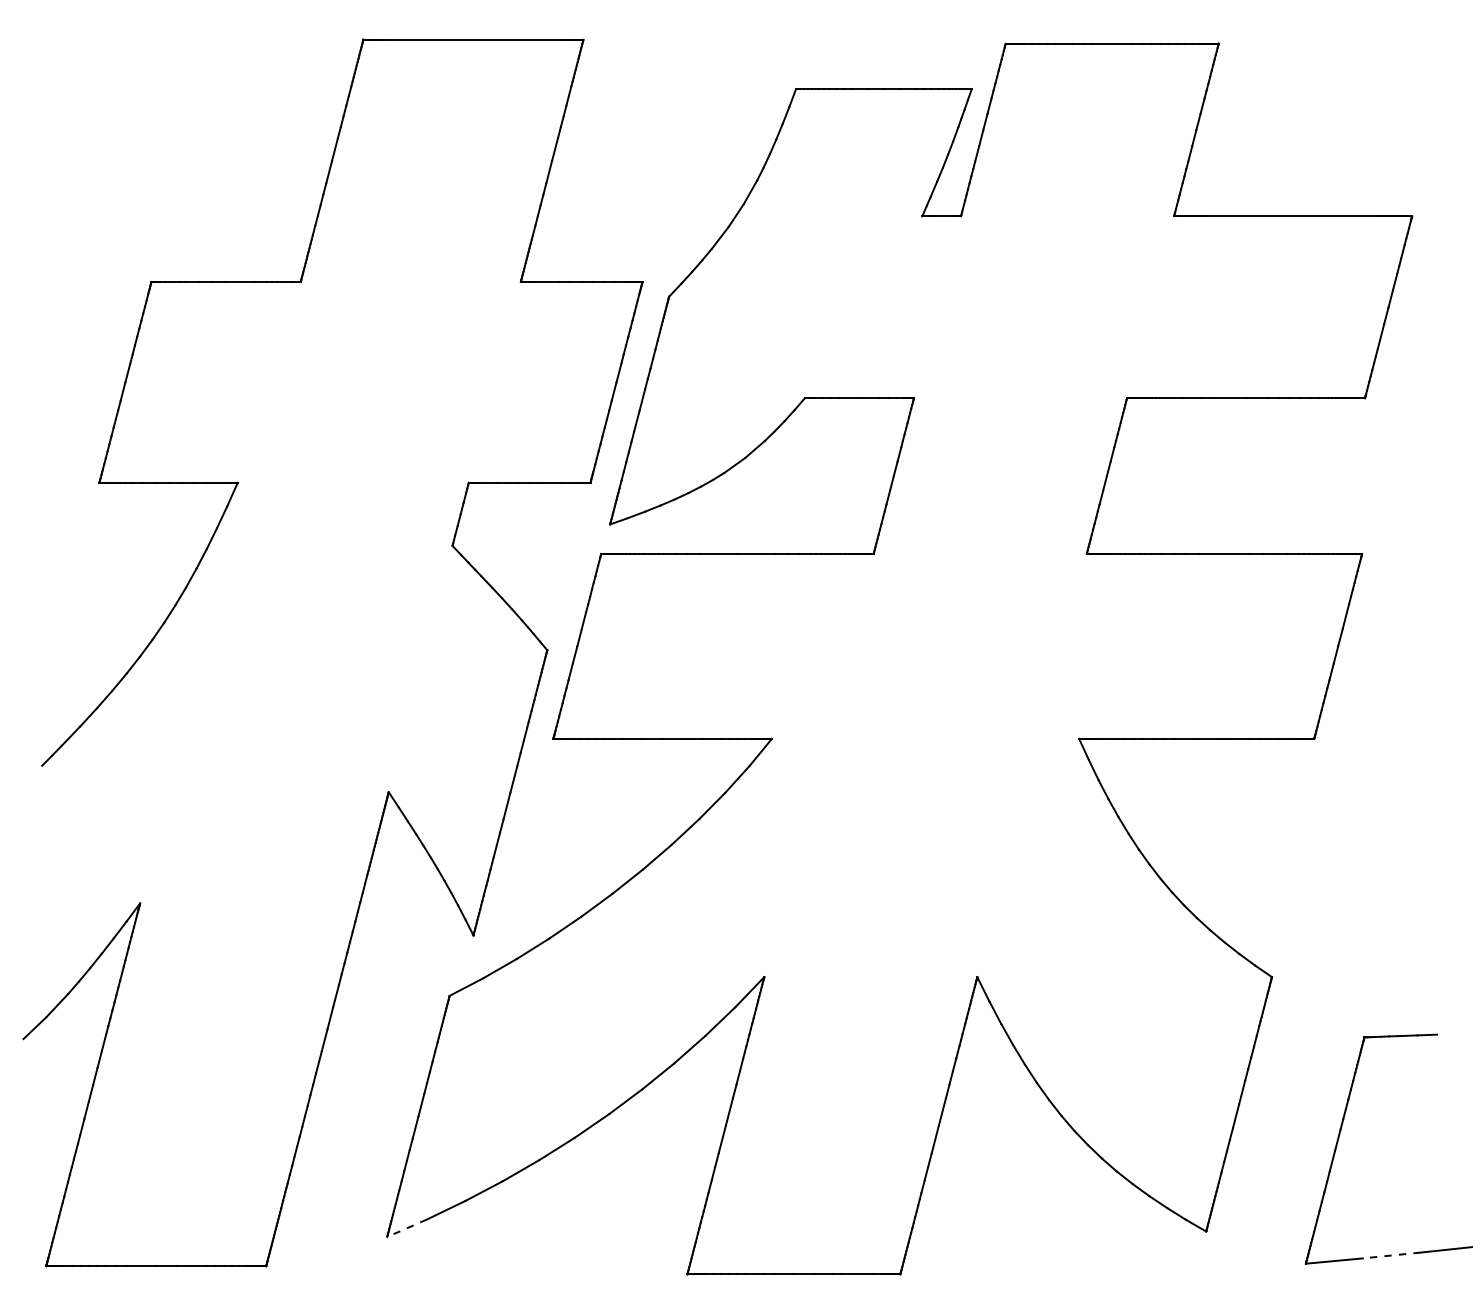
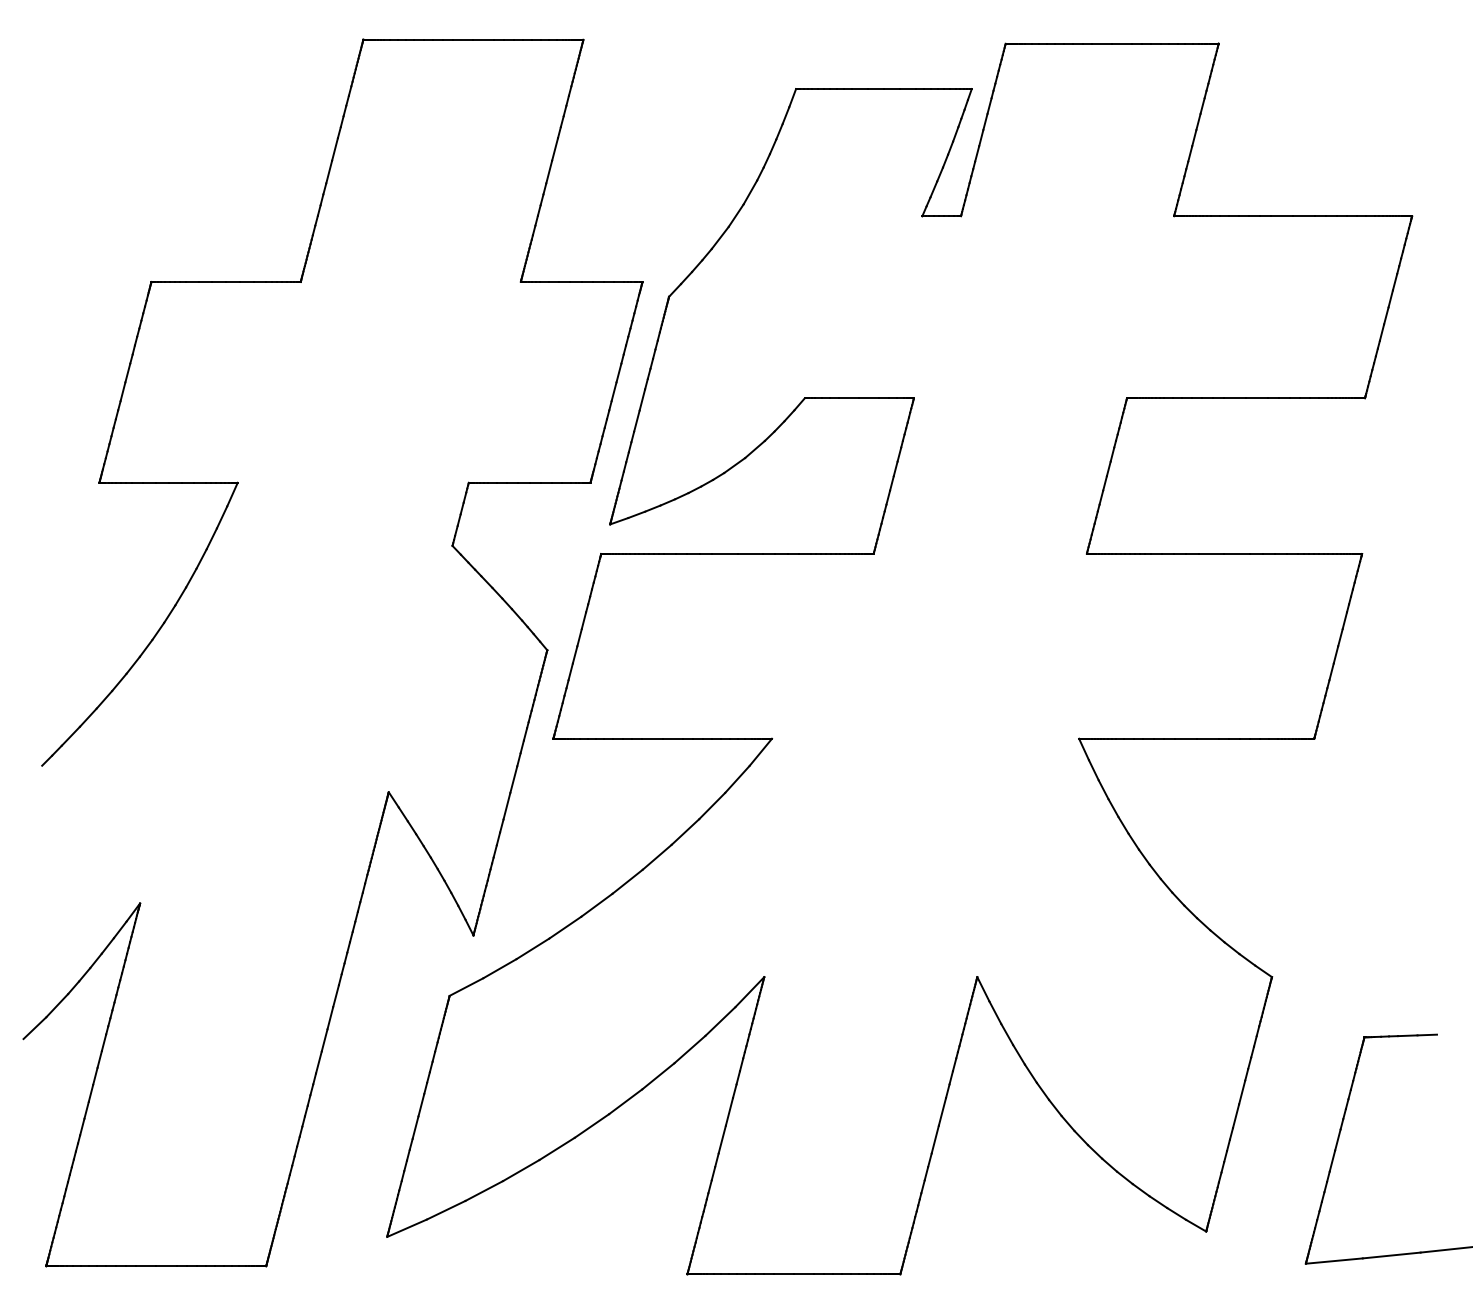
line at (407, 1228): dashed -> solid
line at (1391, 1255): dashed -> solid
